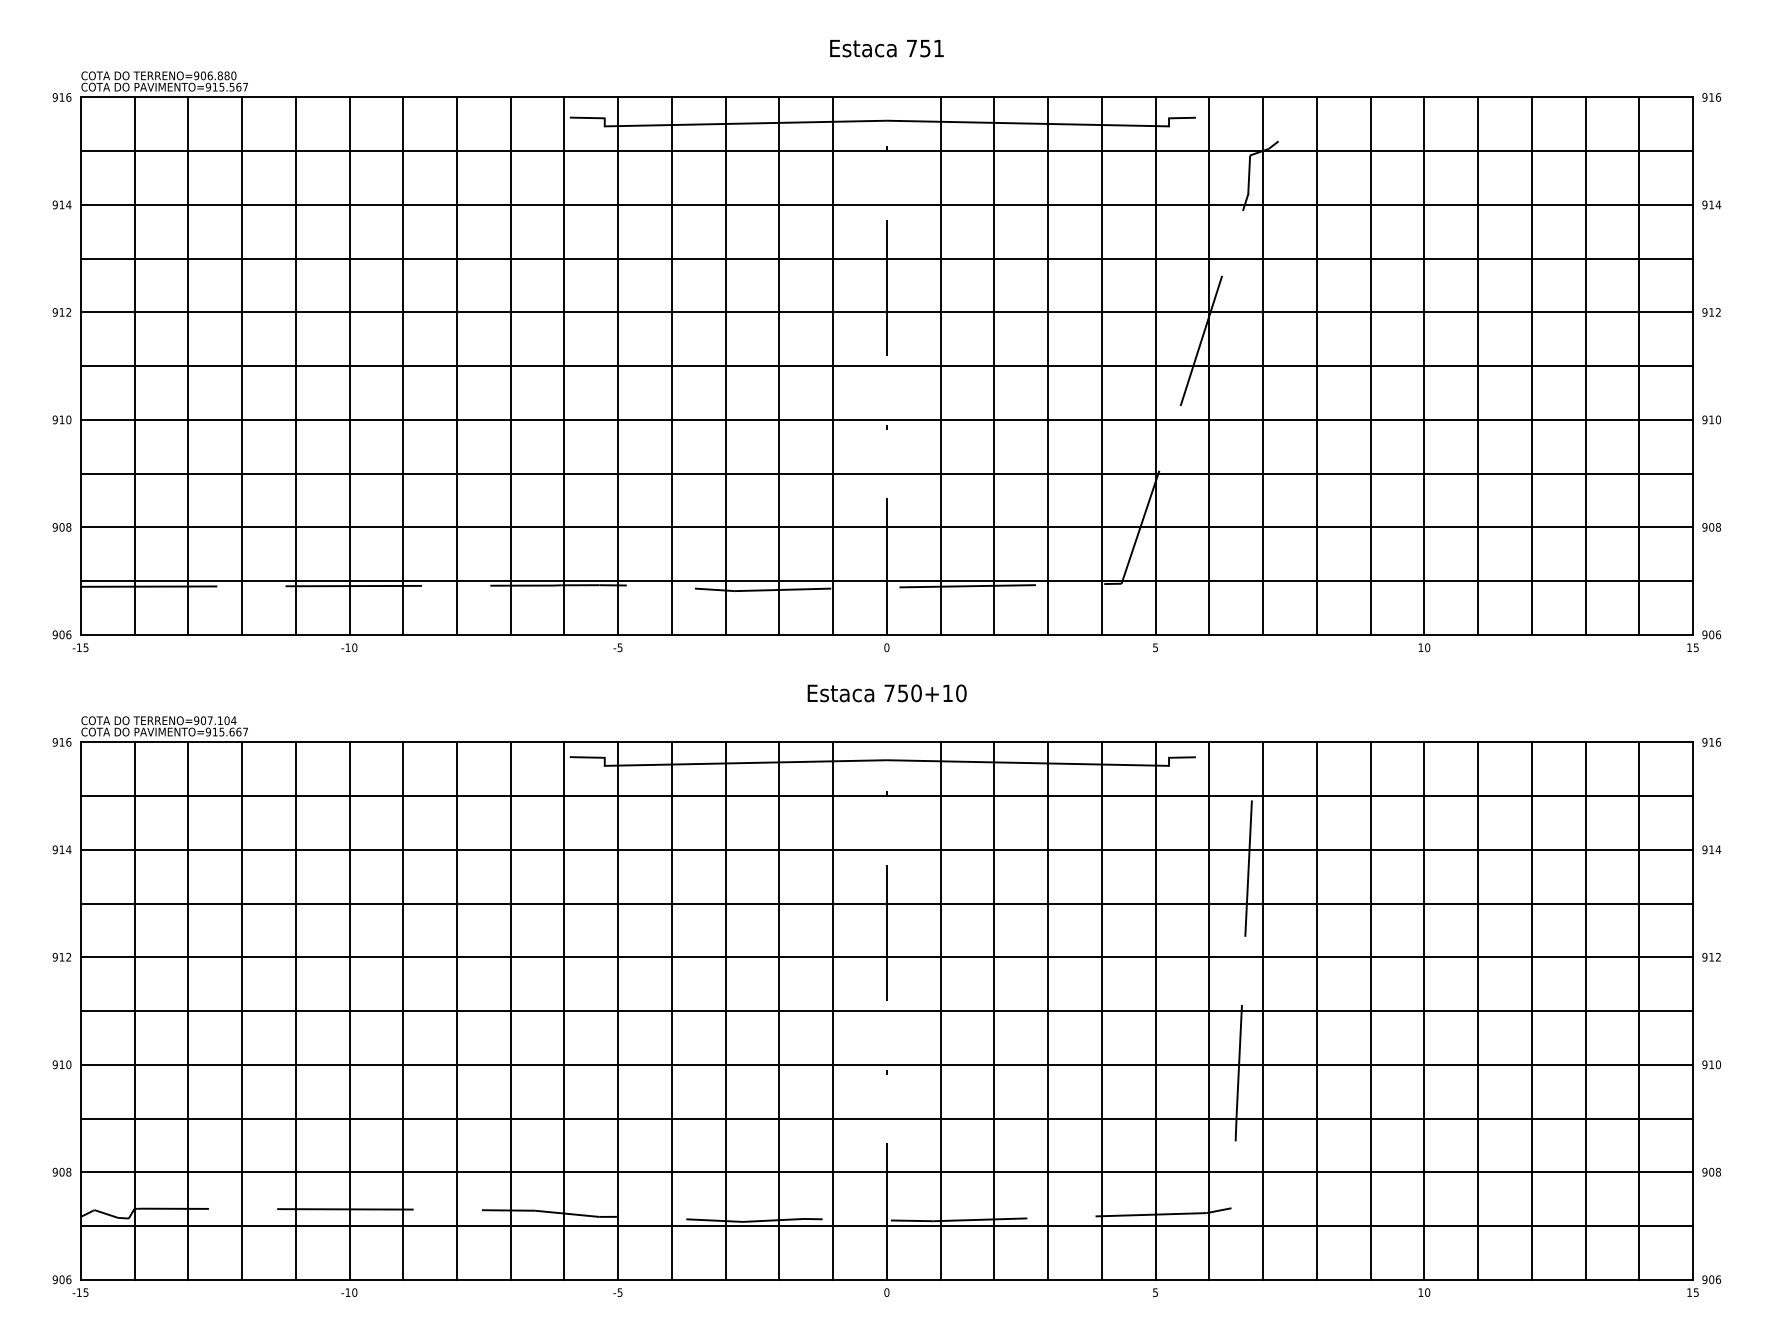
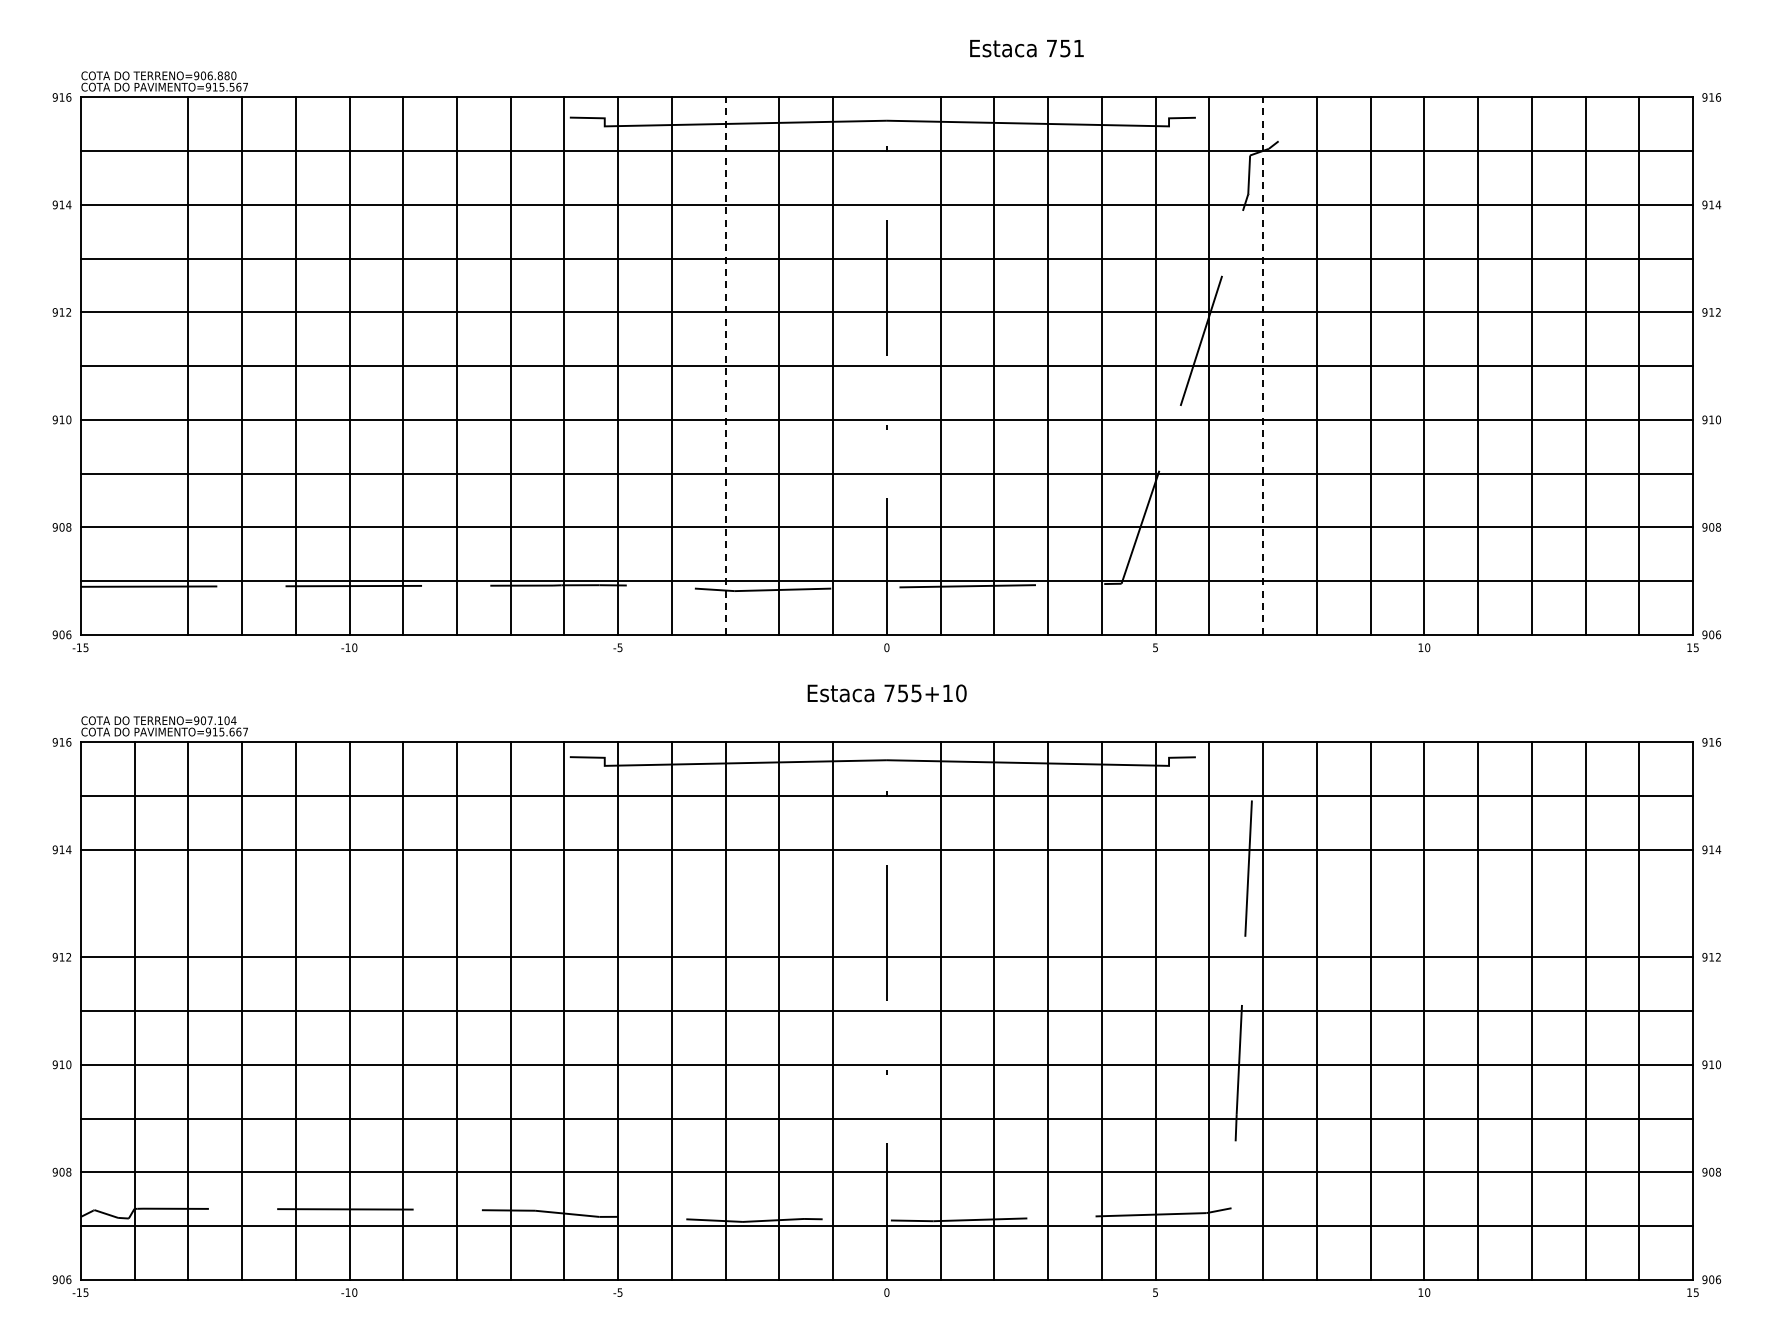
text at (886, 48) position: (886, 48) -> (1026, 48)
line at (134, 365): present -> none
line at (725, 366): solid -> dashed
line at (1263, 366): solid -> dashed
text at (916, 693): 750+10 -> 755+10
line at (886, 903): present -> none
